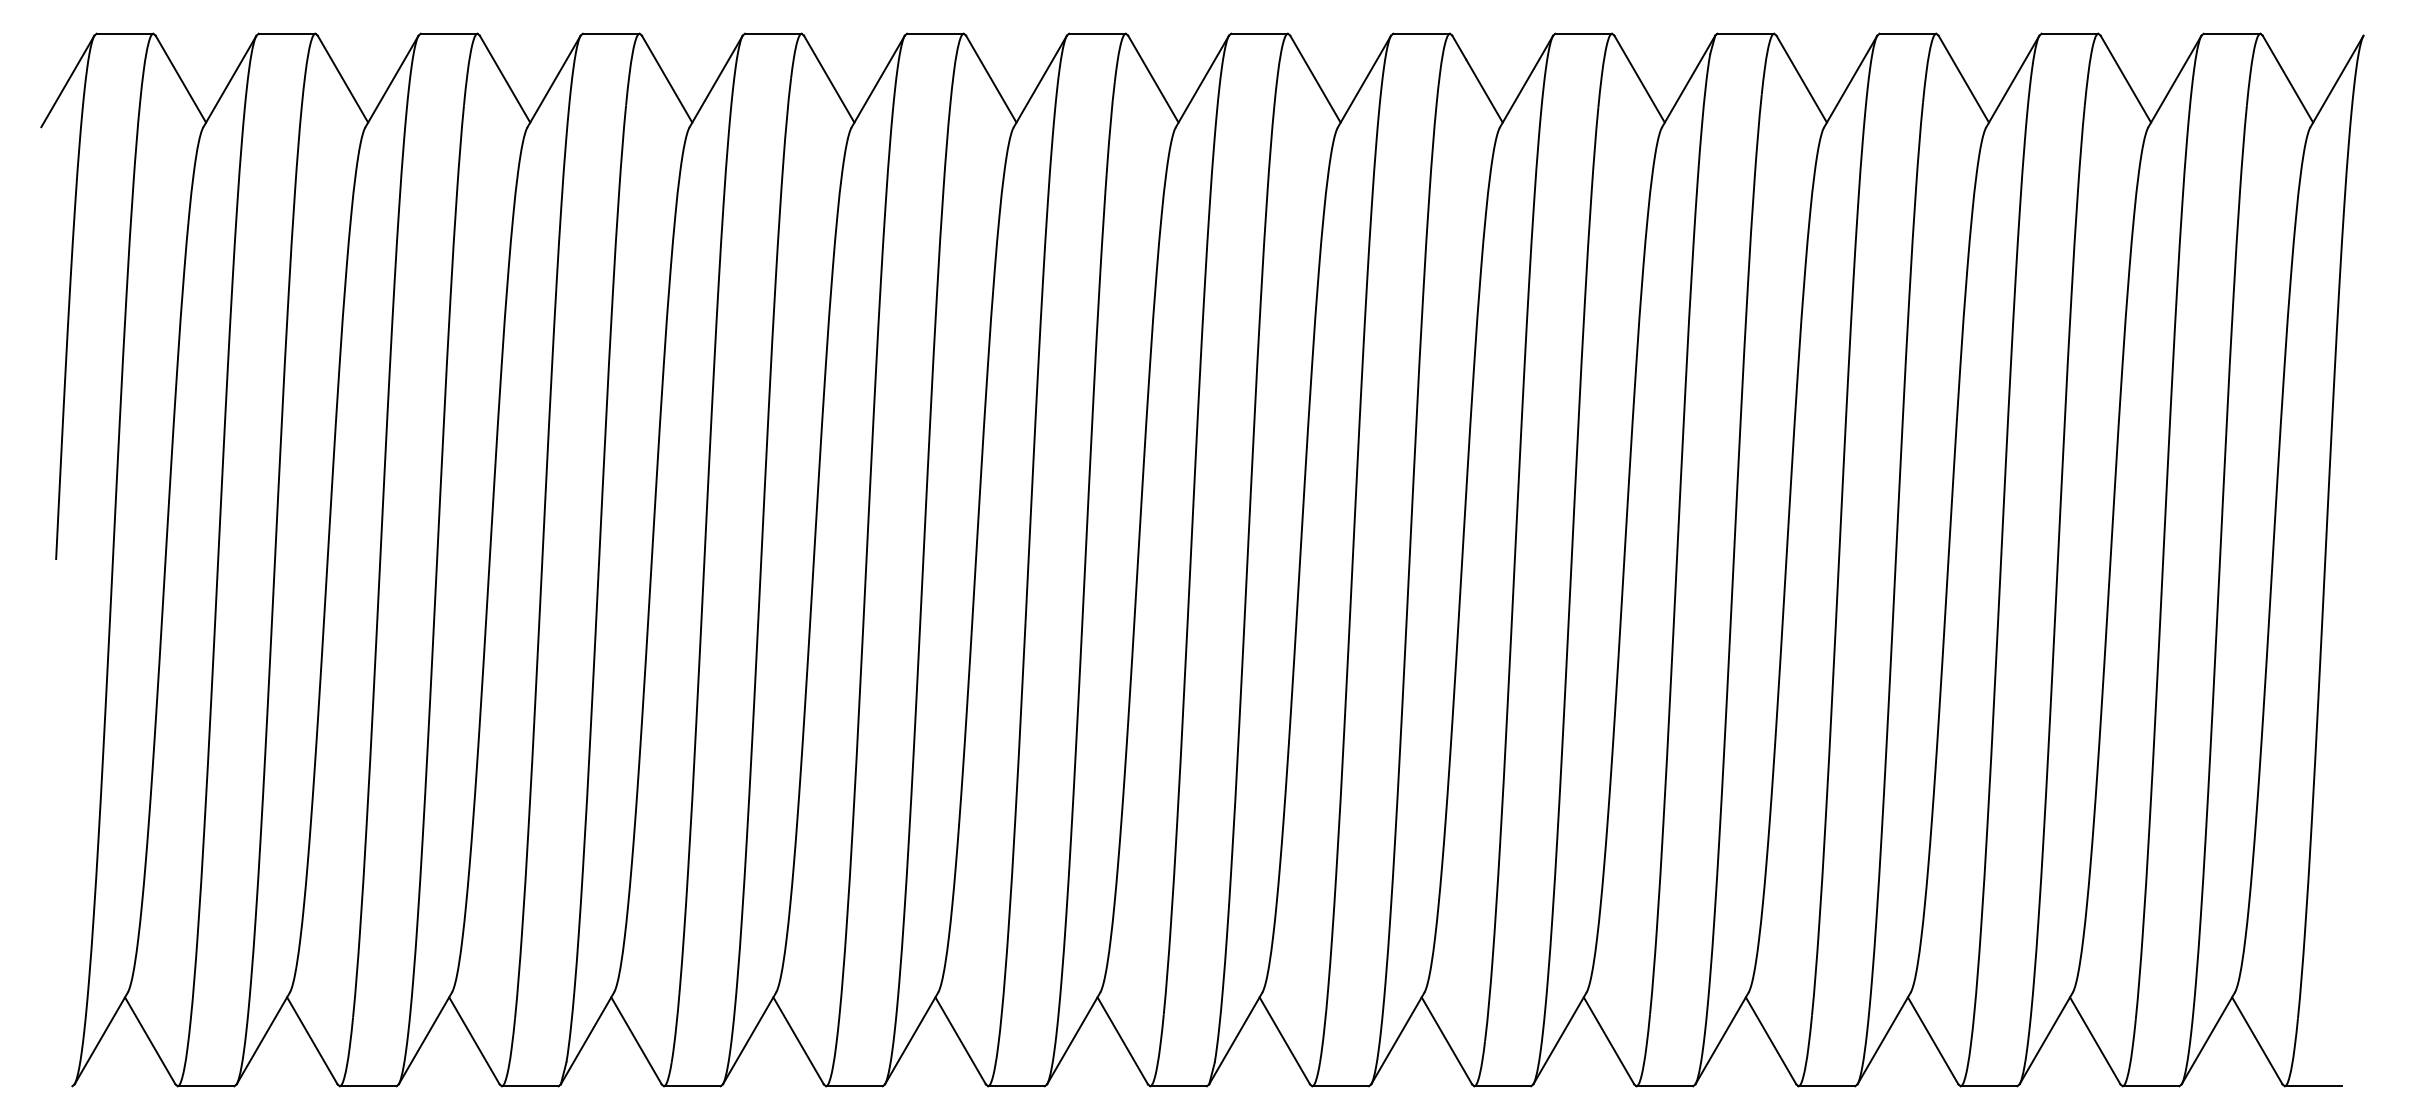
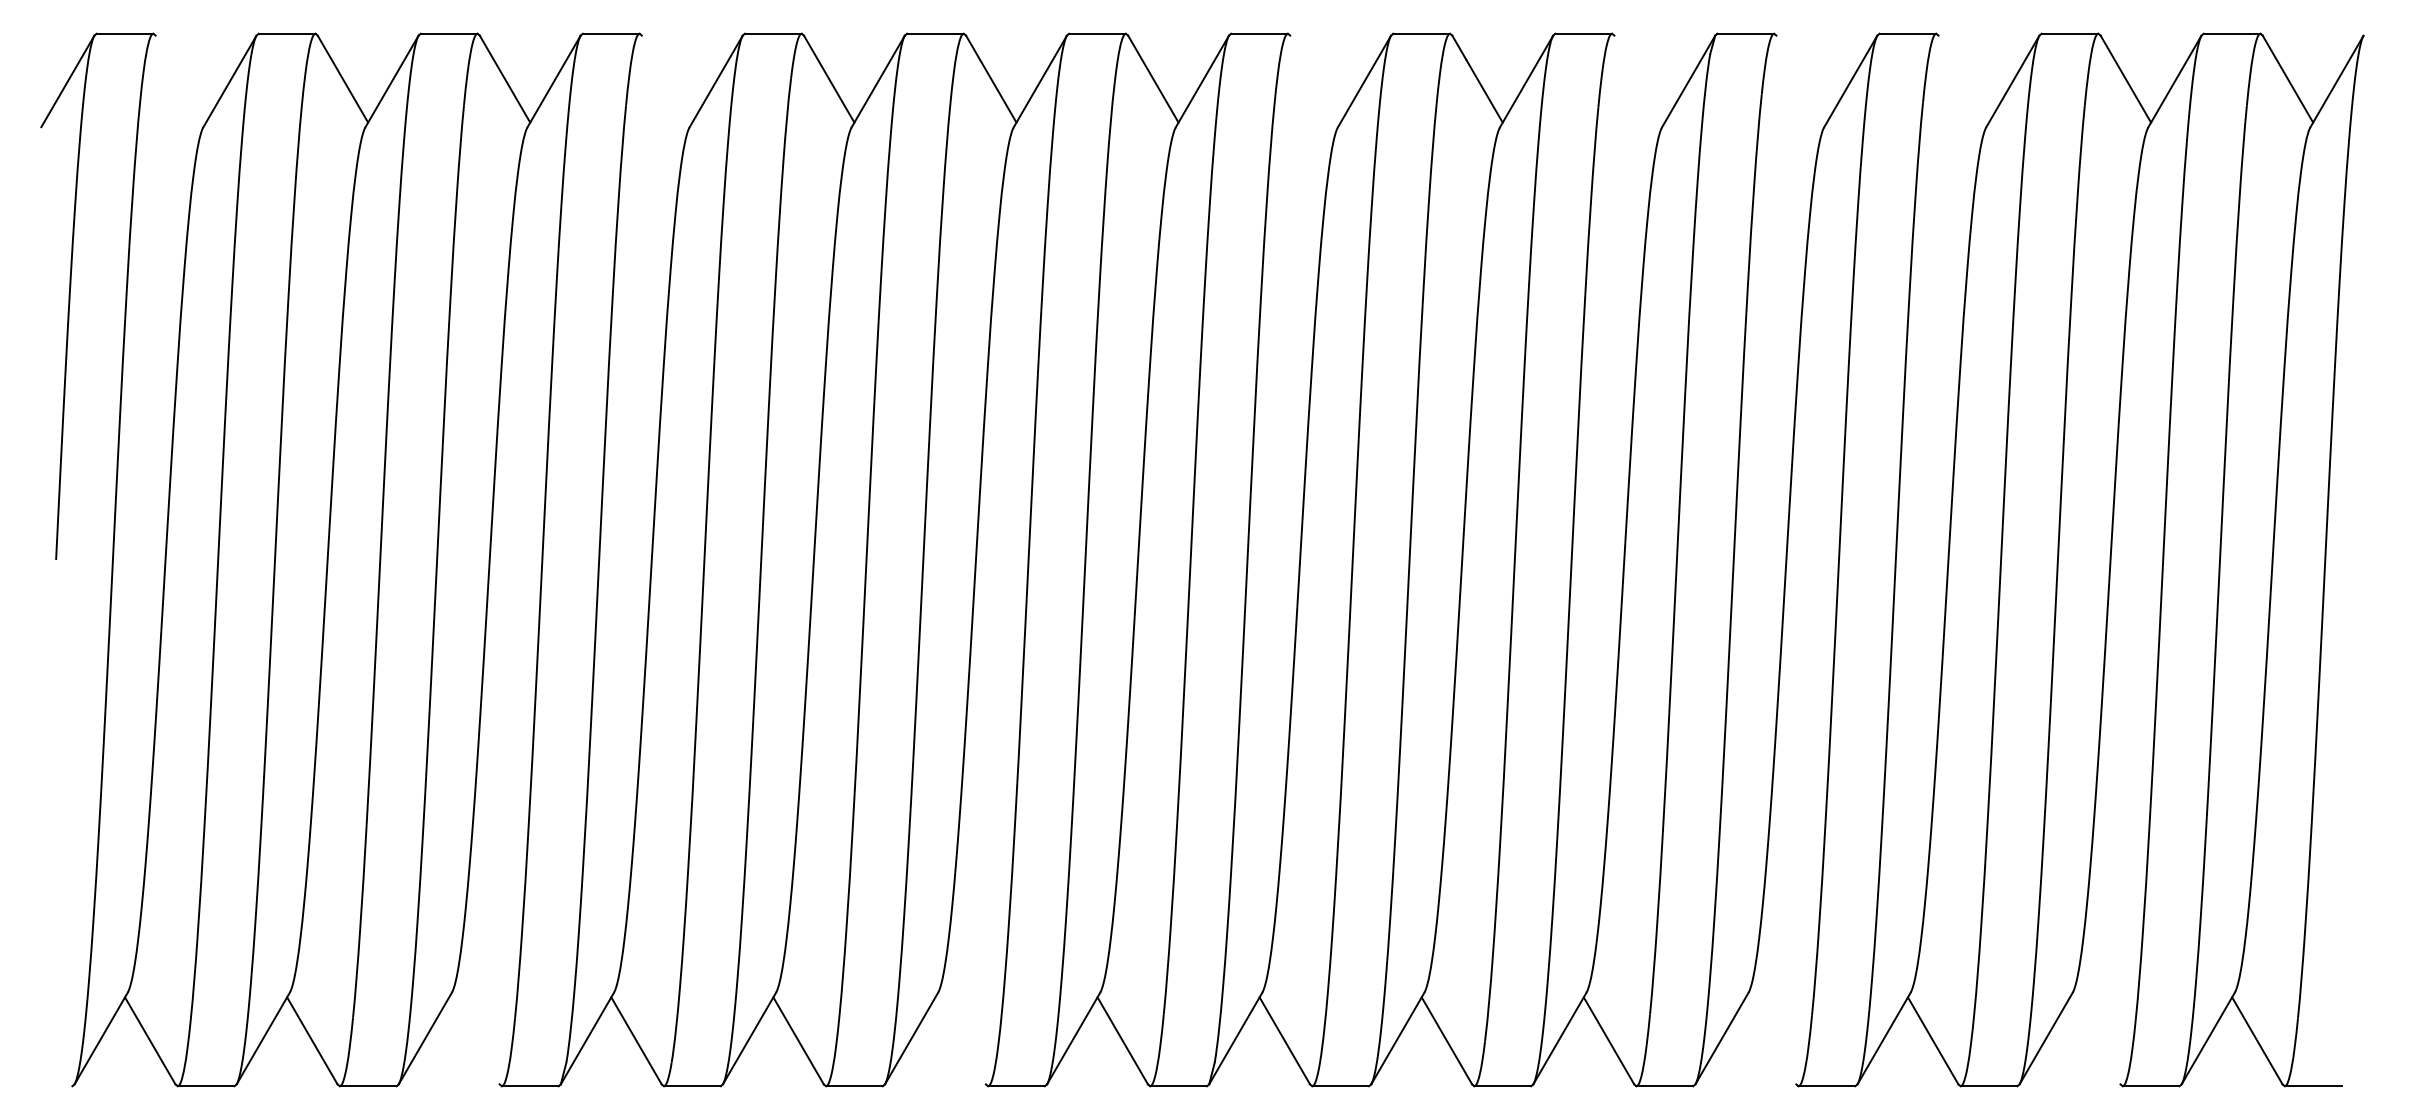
line at (180, 78): present -> none
line at (666, 78): present -> none
line at (1315, 78): present -> none
line at (1639, 78): present -> none
line at (1801, 78): present -> none
line at (1963, 78): present -> none
line at (474, 1040): present -> none
line at (960, 1040): present -> none
line at (1770, 1040): present -> none
line at (2095, 1040): present -> none
